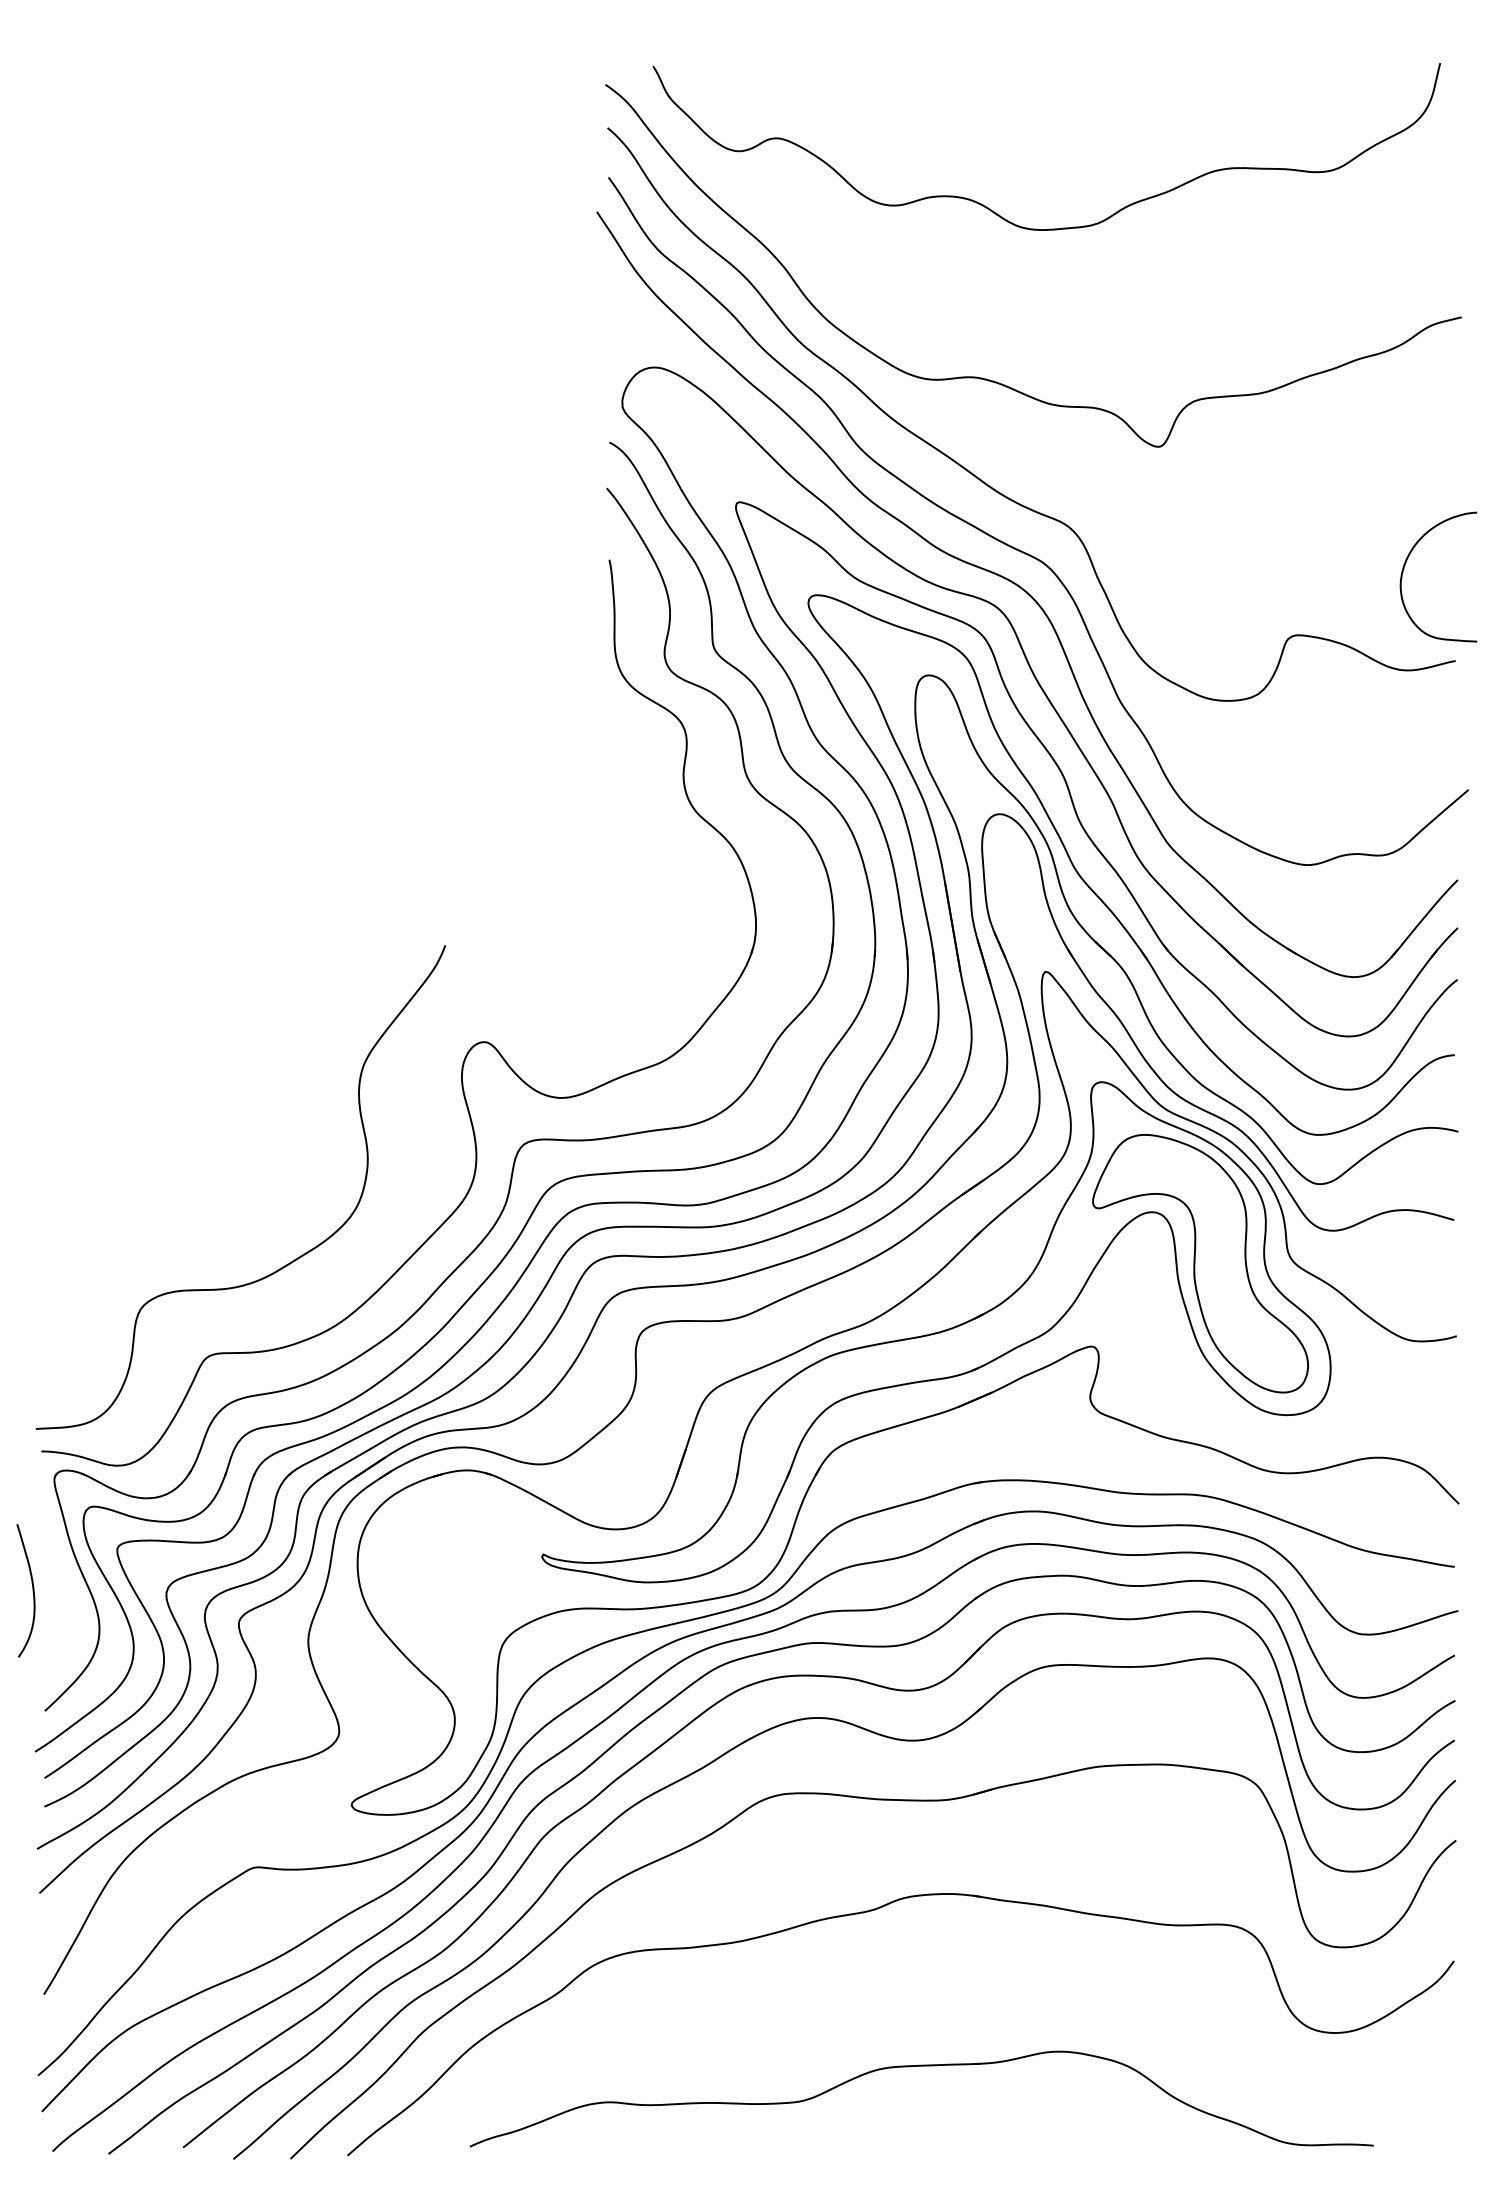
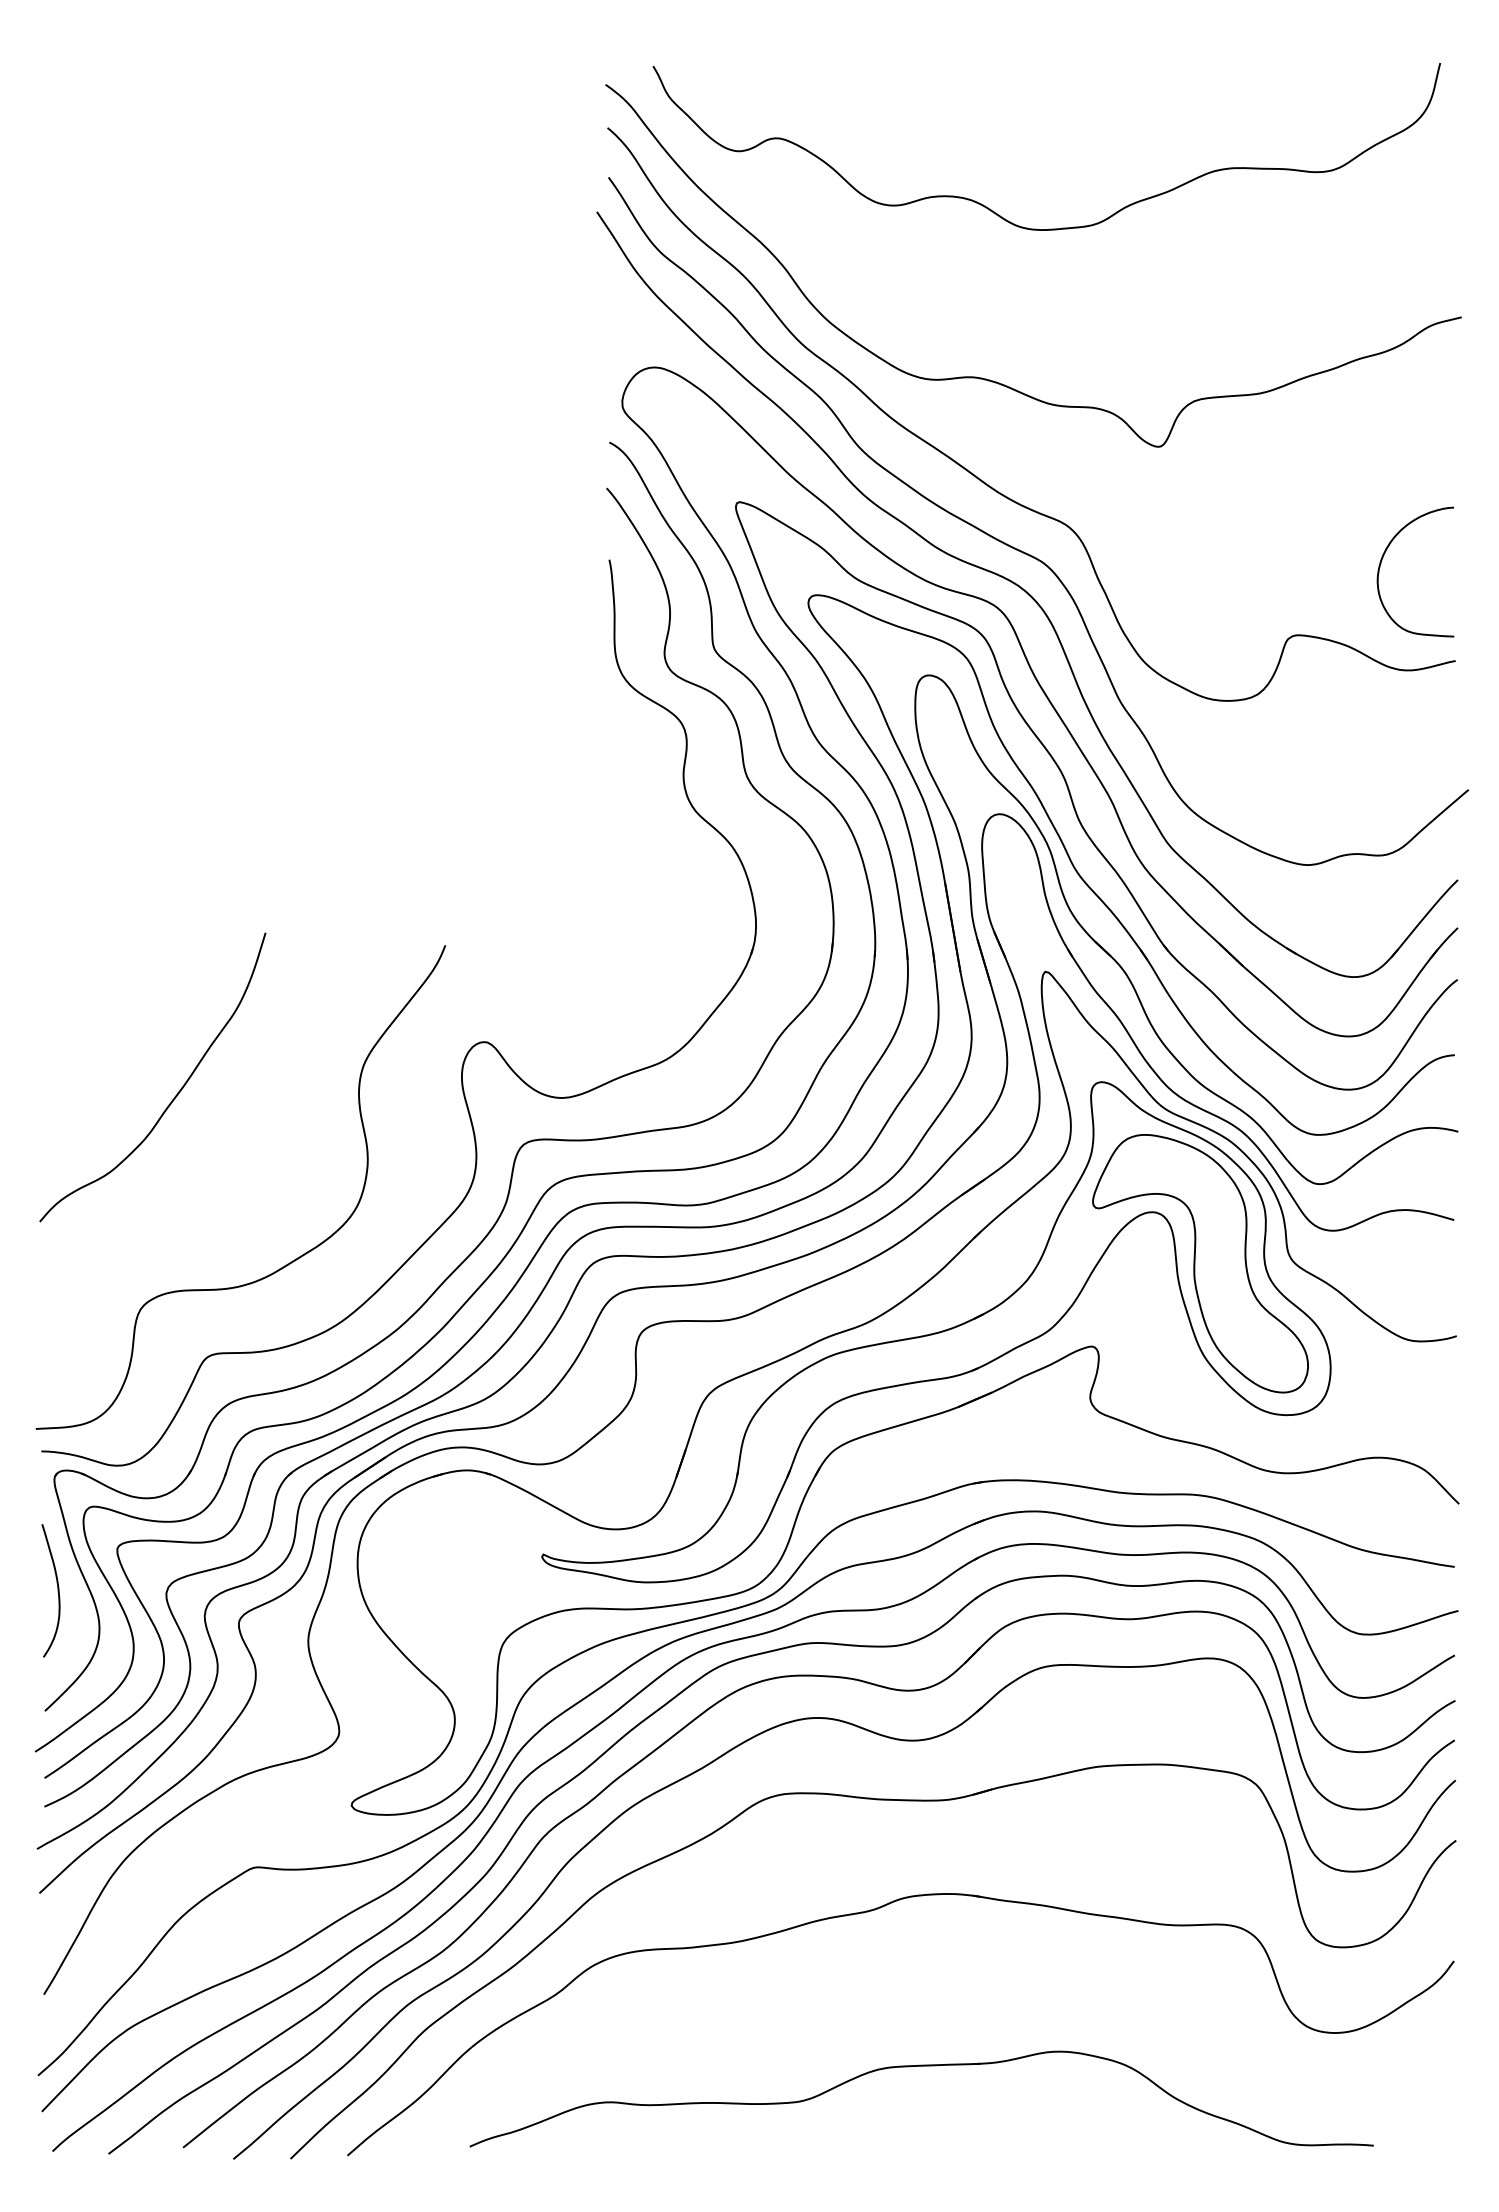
curve at (1404, 569) position: (1404, 569) -> (1381, 564)
curve at (174, 1096): none -> present
curve at (32, 1590) position: (32, 1590) -> (57, 1590)
